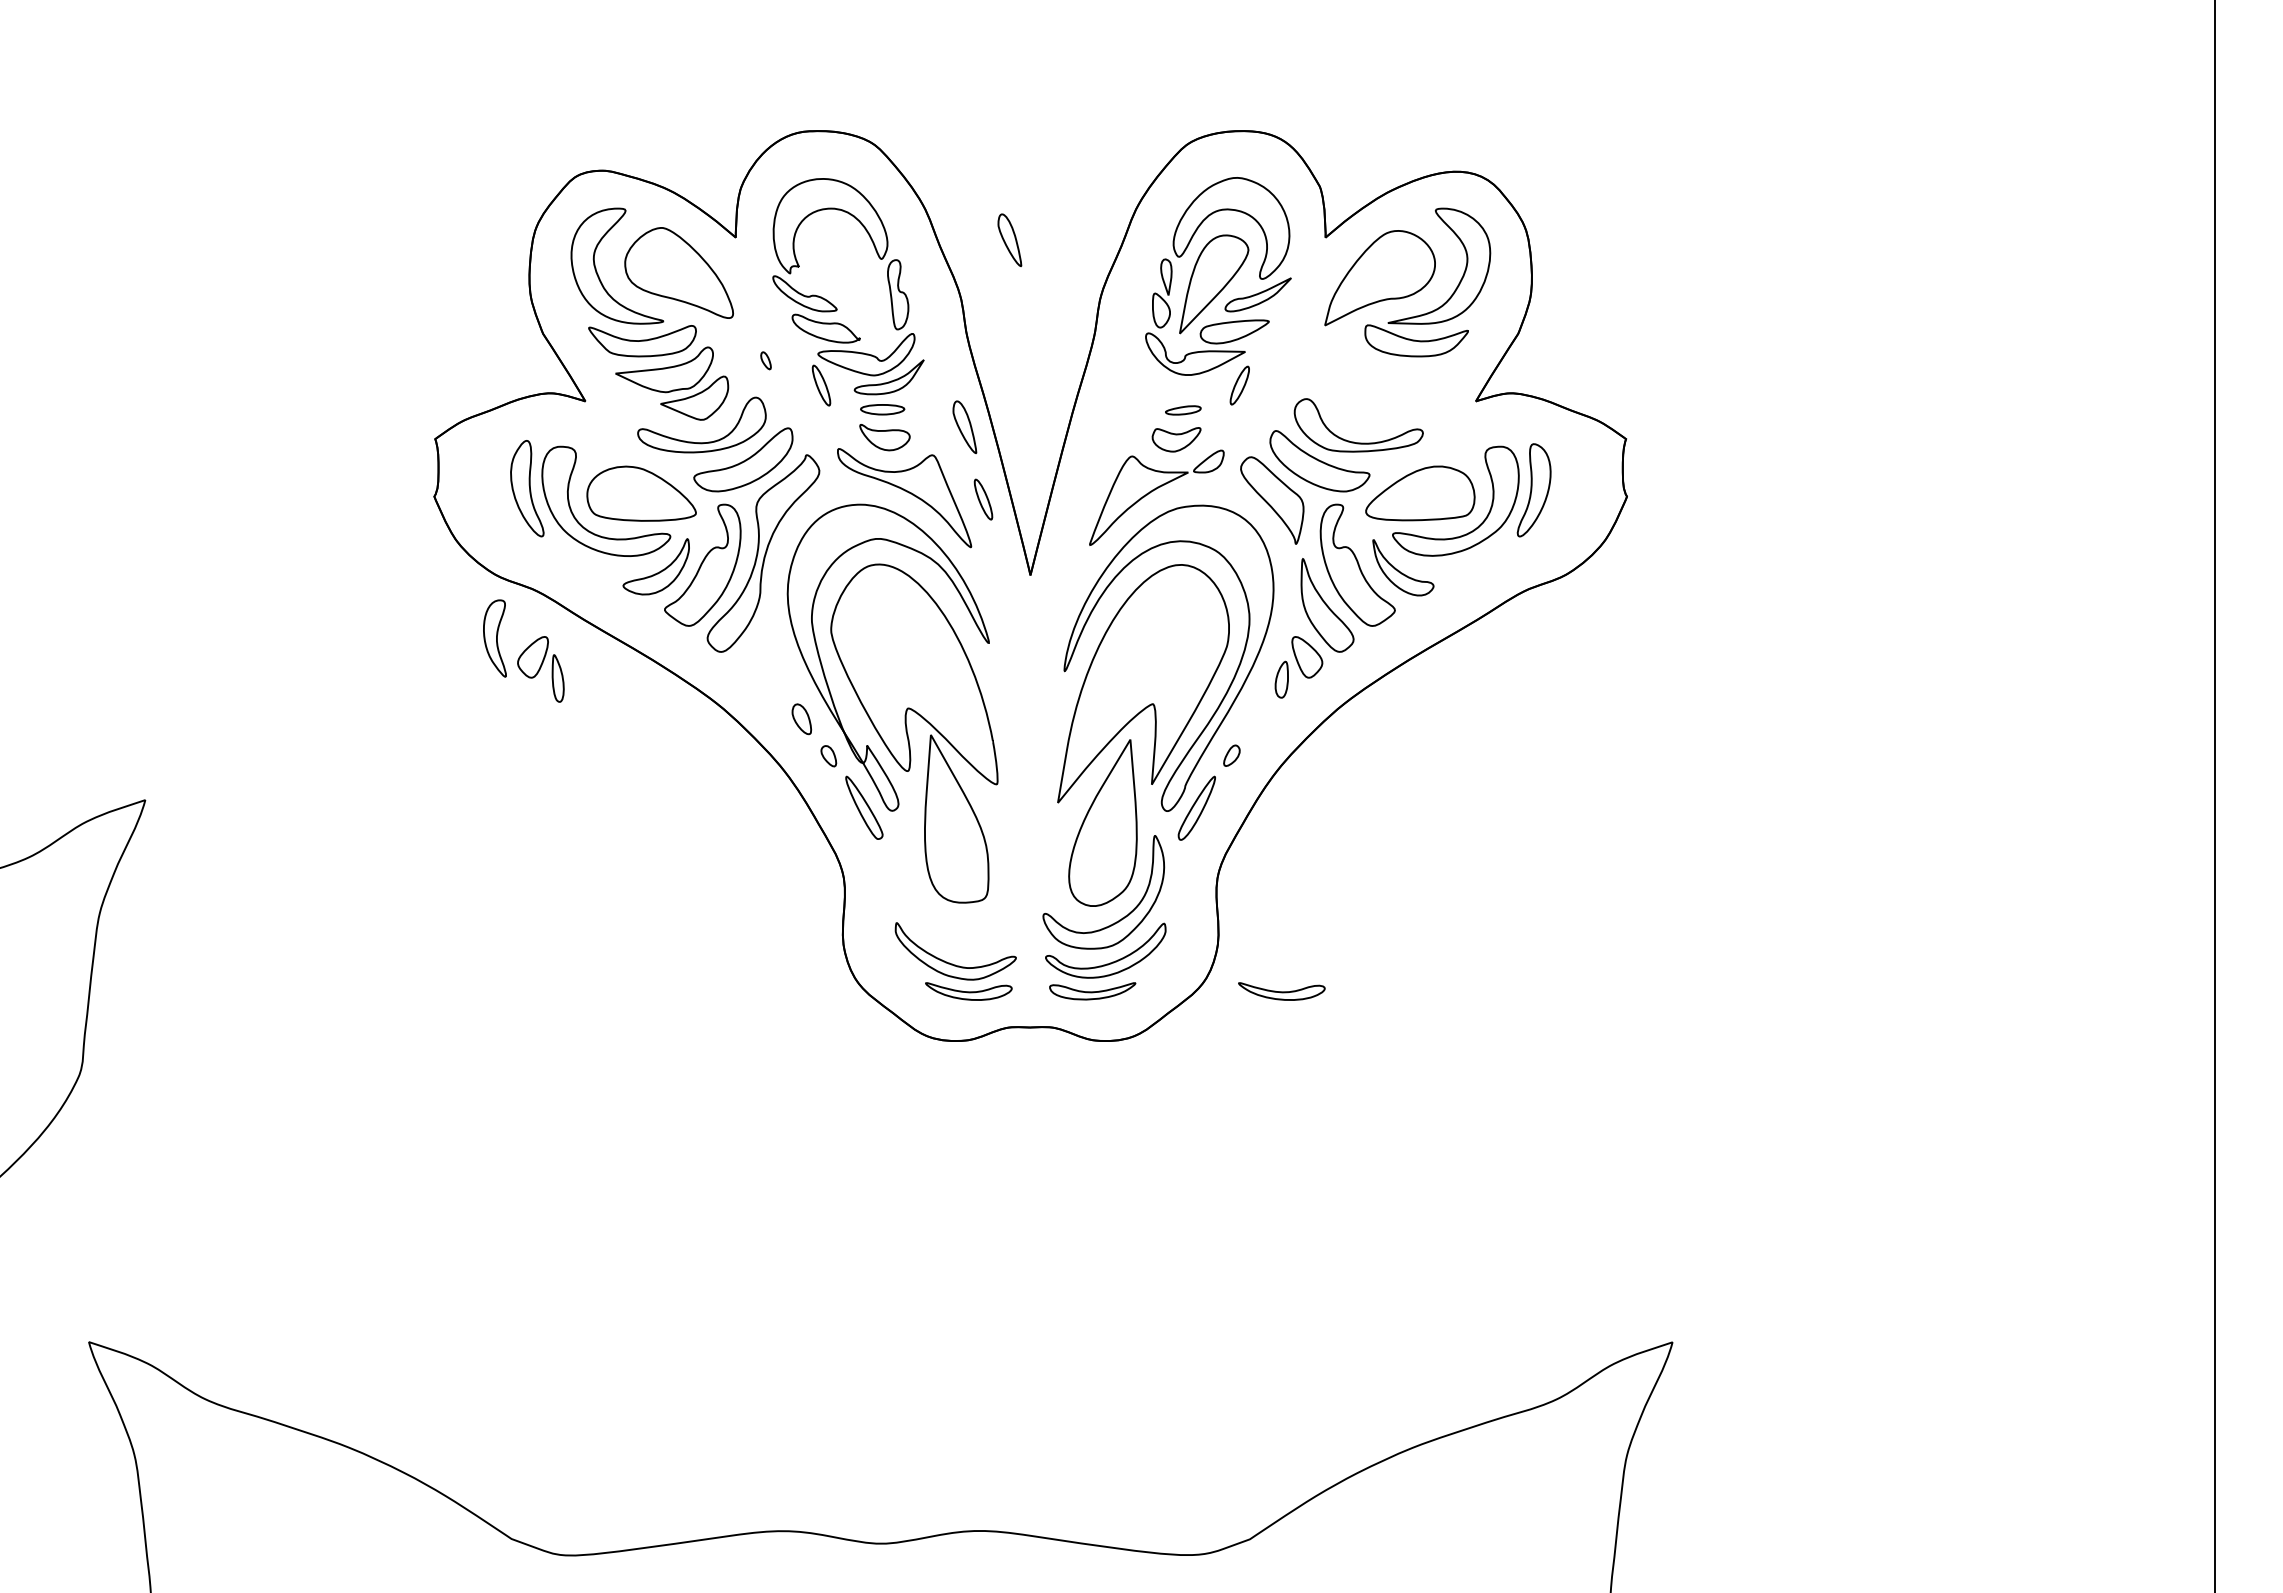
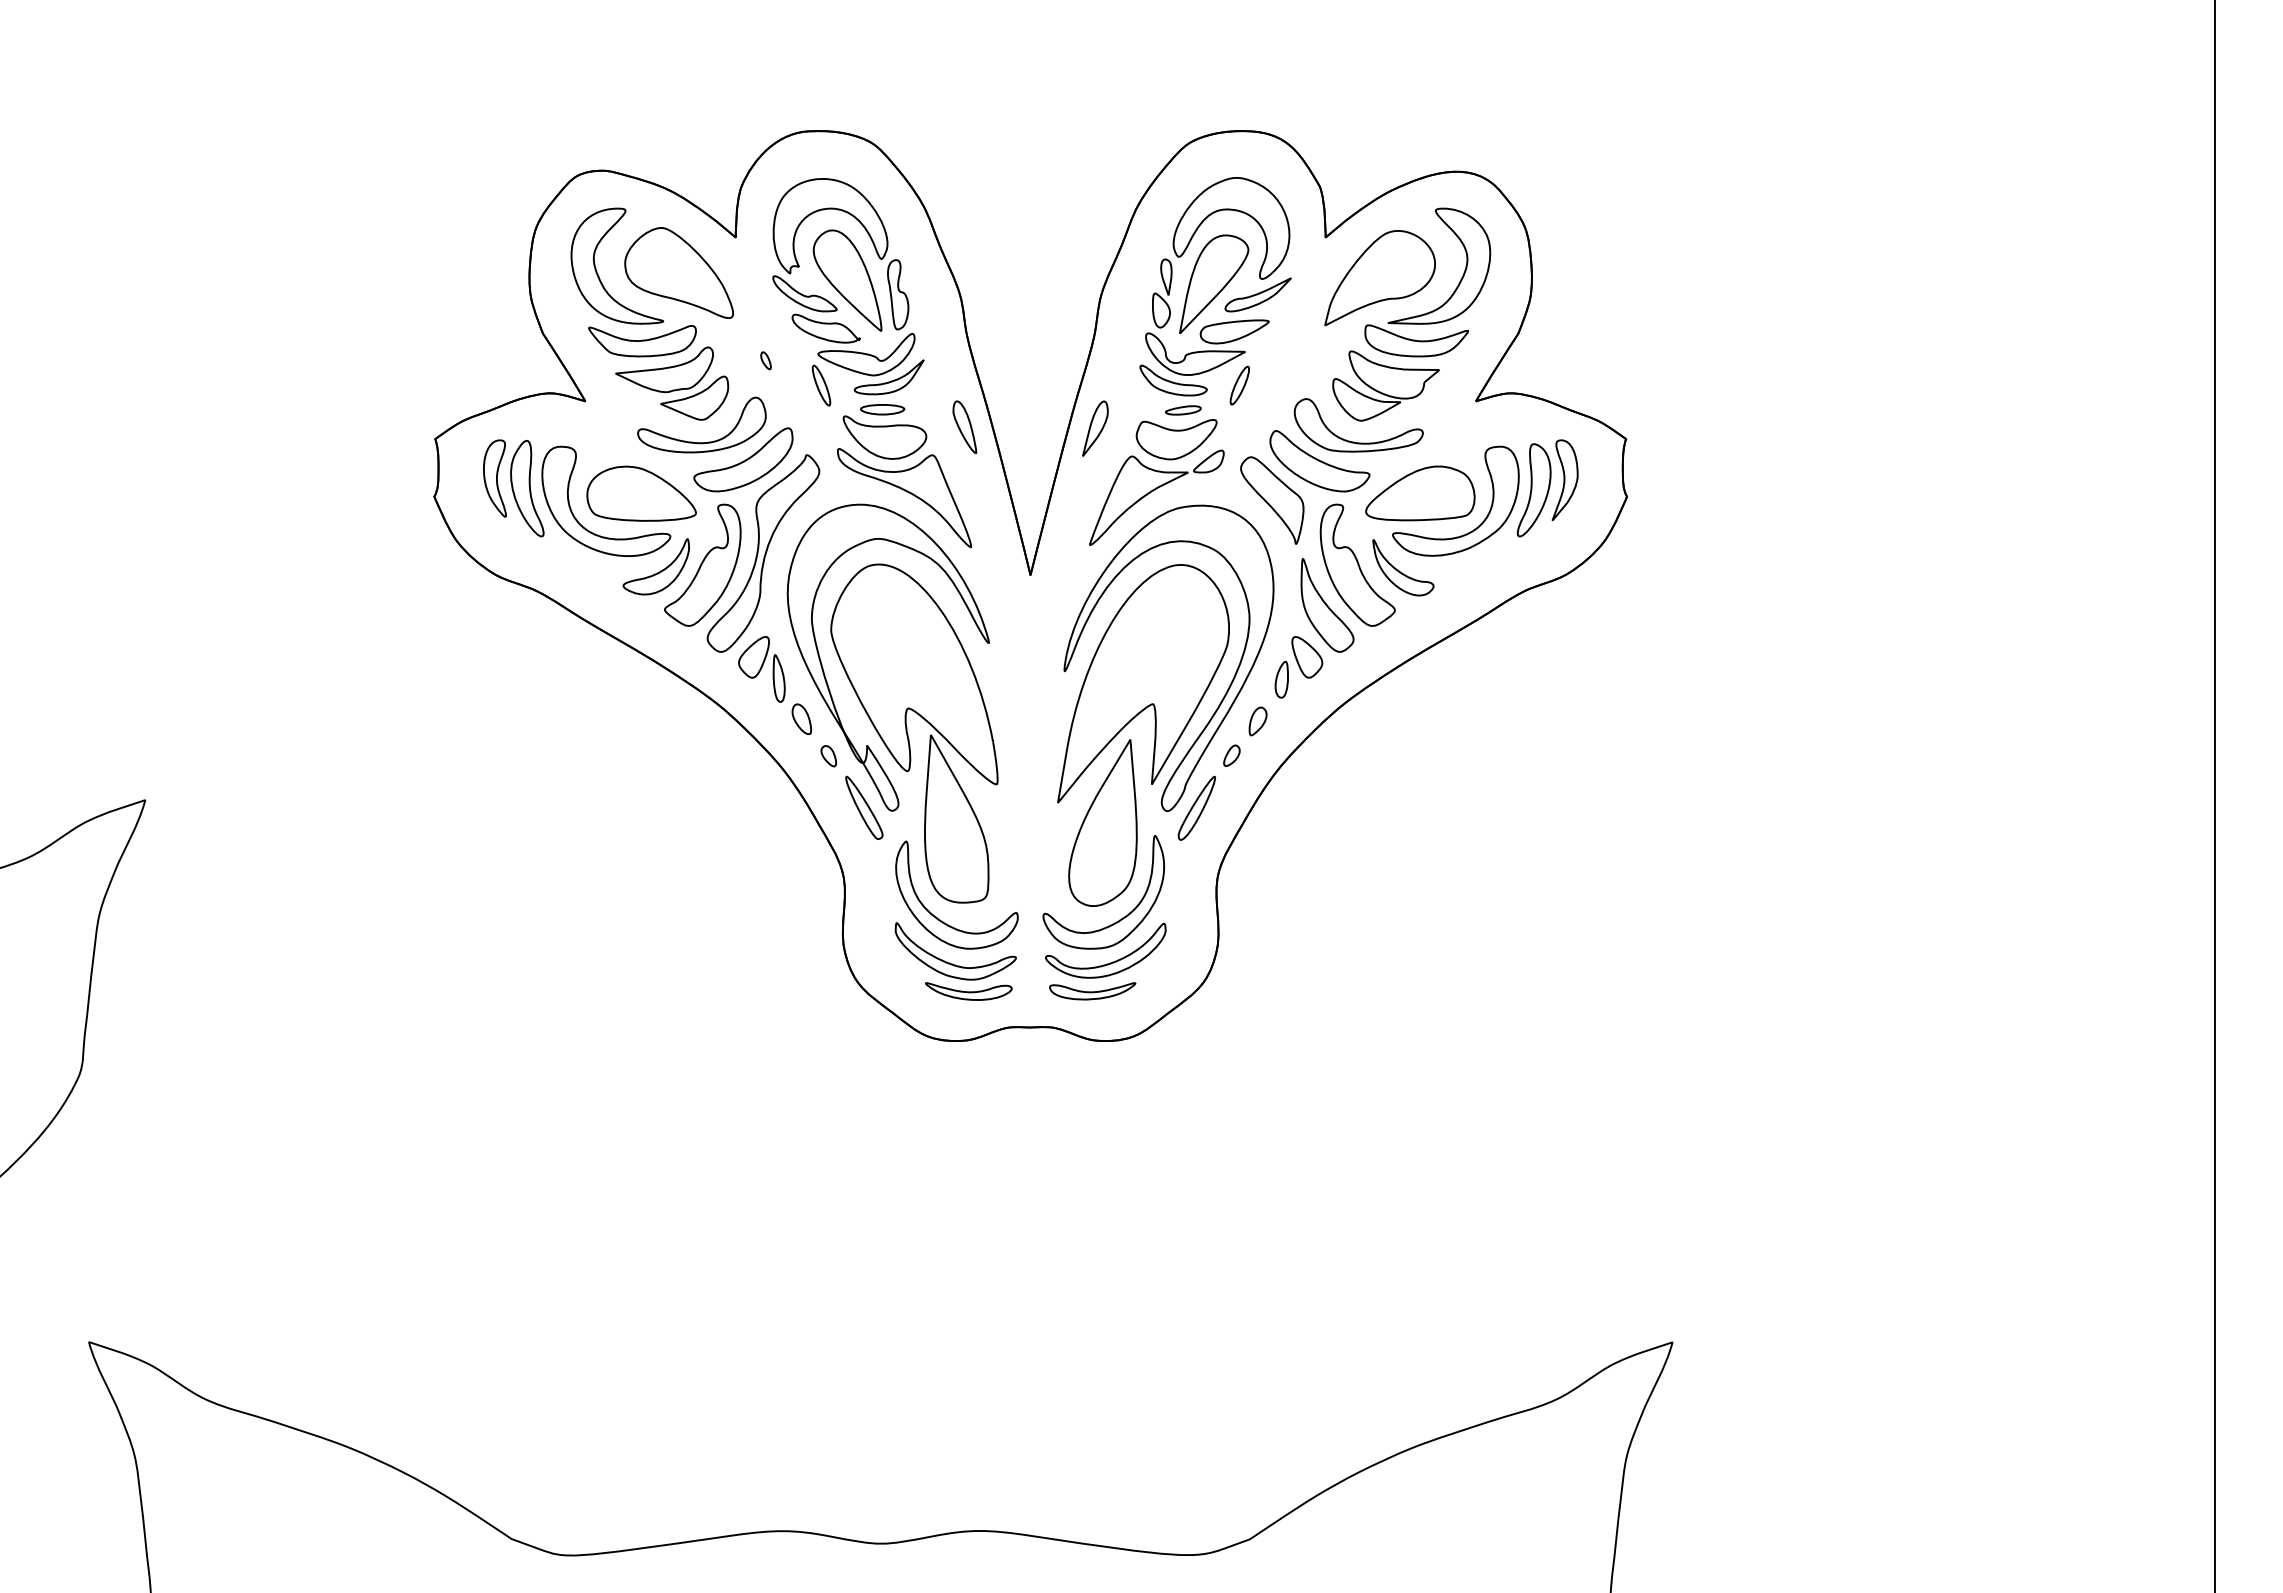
part at (1009, 239): present -> none
part at (847, 280): none -> present
part at (1173, 380): none -> present
part at (1385, 385): none -> present
part at (1095, 428): none -> present
part at (884, 437) size: 52x28 px -> 86x45 px
part at (1176, 439) size: 51x26 px -> 83x42 px
part at (1564, 479): none -> present
part at (983, 499): present -> none
part at (494, 638) position: (494, 638) -> (494, 478)
part at (540, 669) position: (540, 669) -> (761, 669)
part at (1257, 721): none -> present
part at (940, 919): none -> present
part at (1281, 991): present -> none
